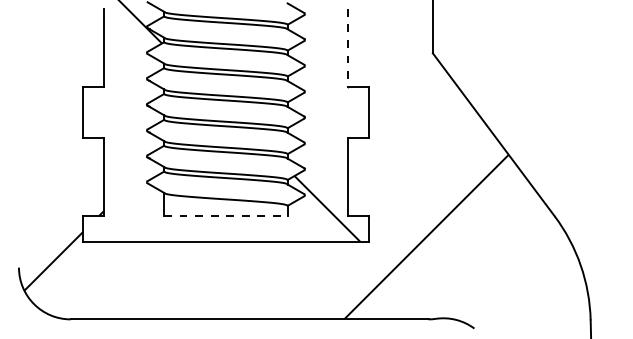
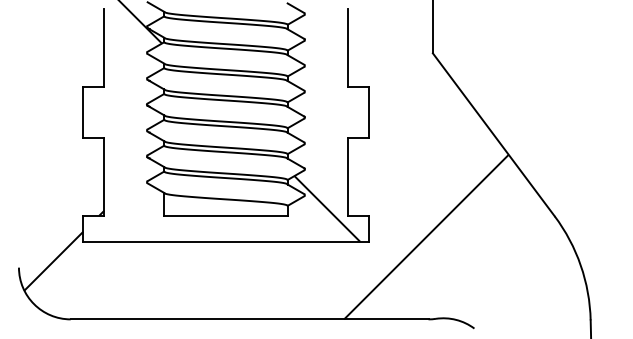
line at (347, 47): dashed -> solid
line at (225, 215): dashed -> solid
